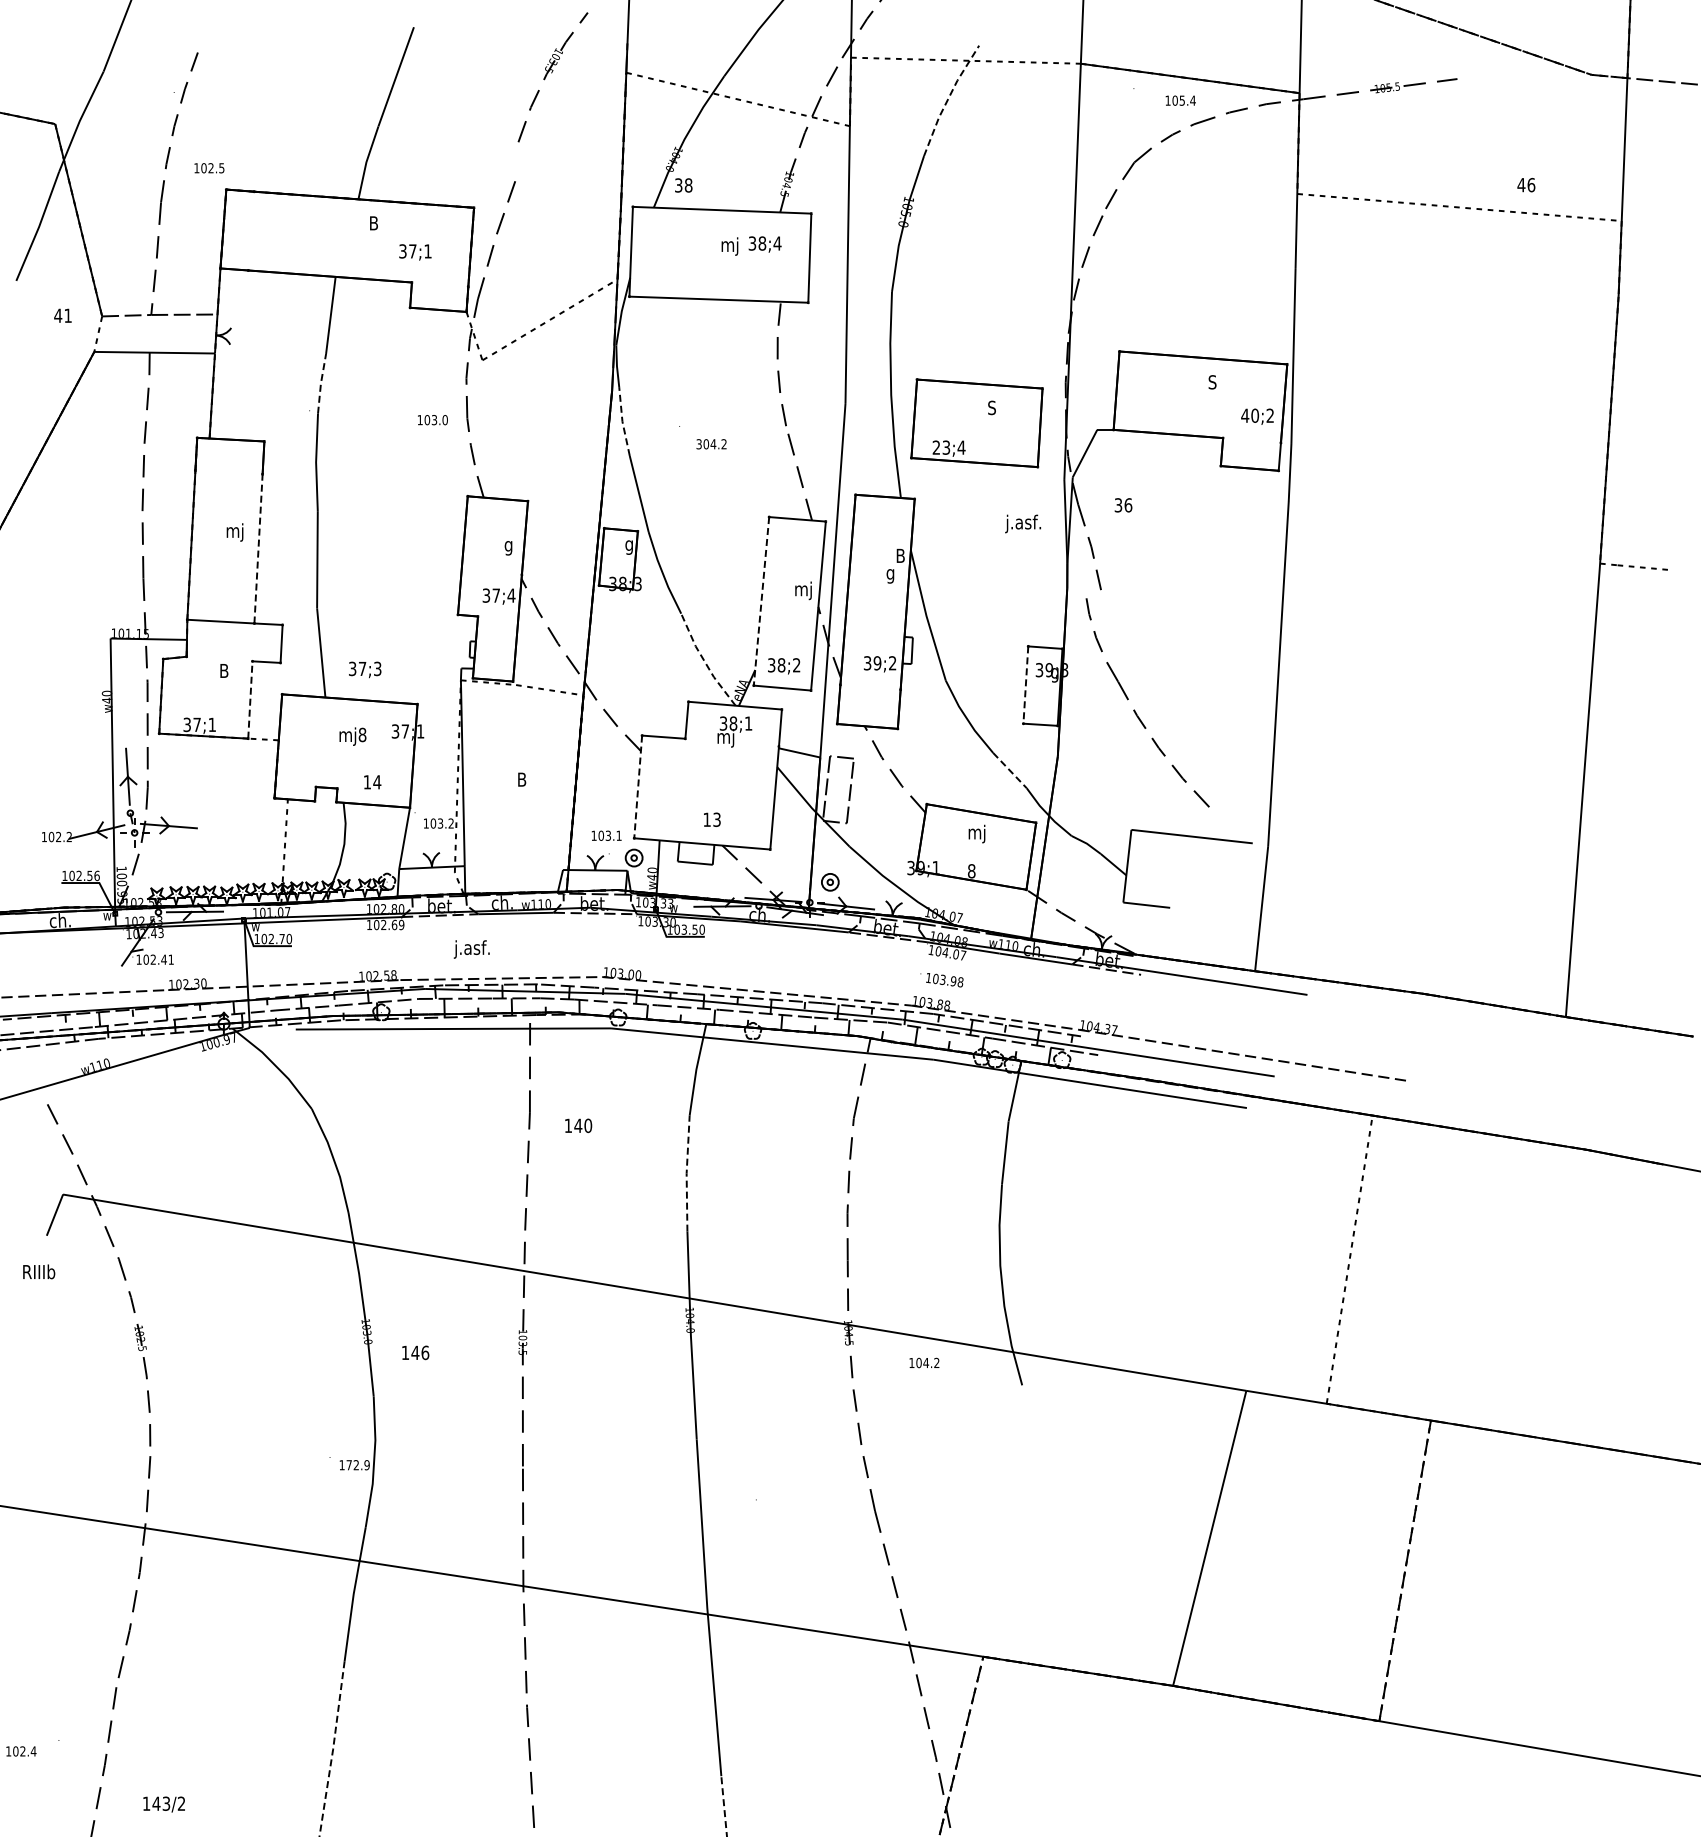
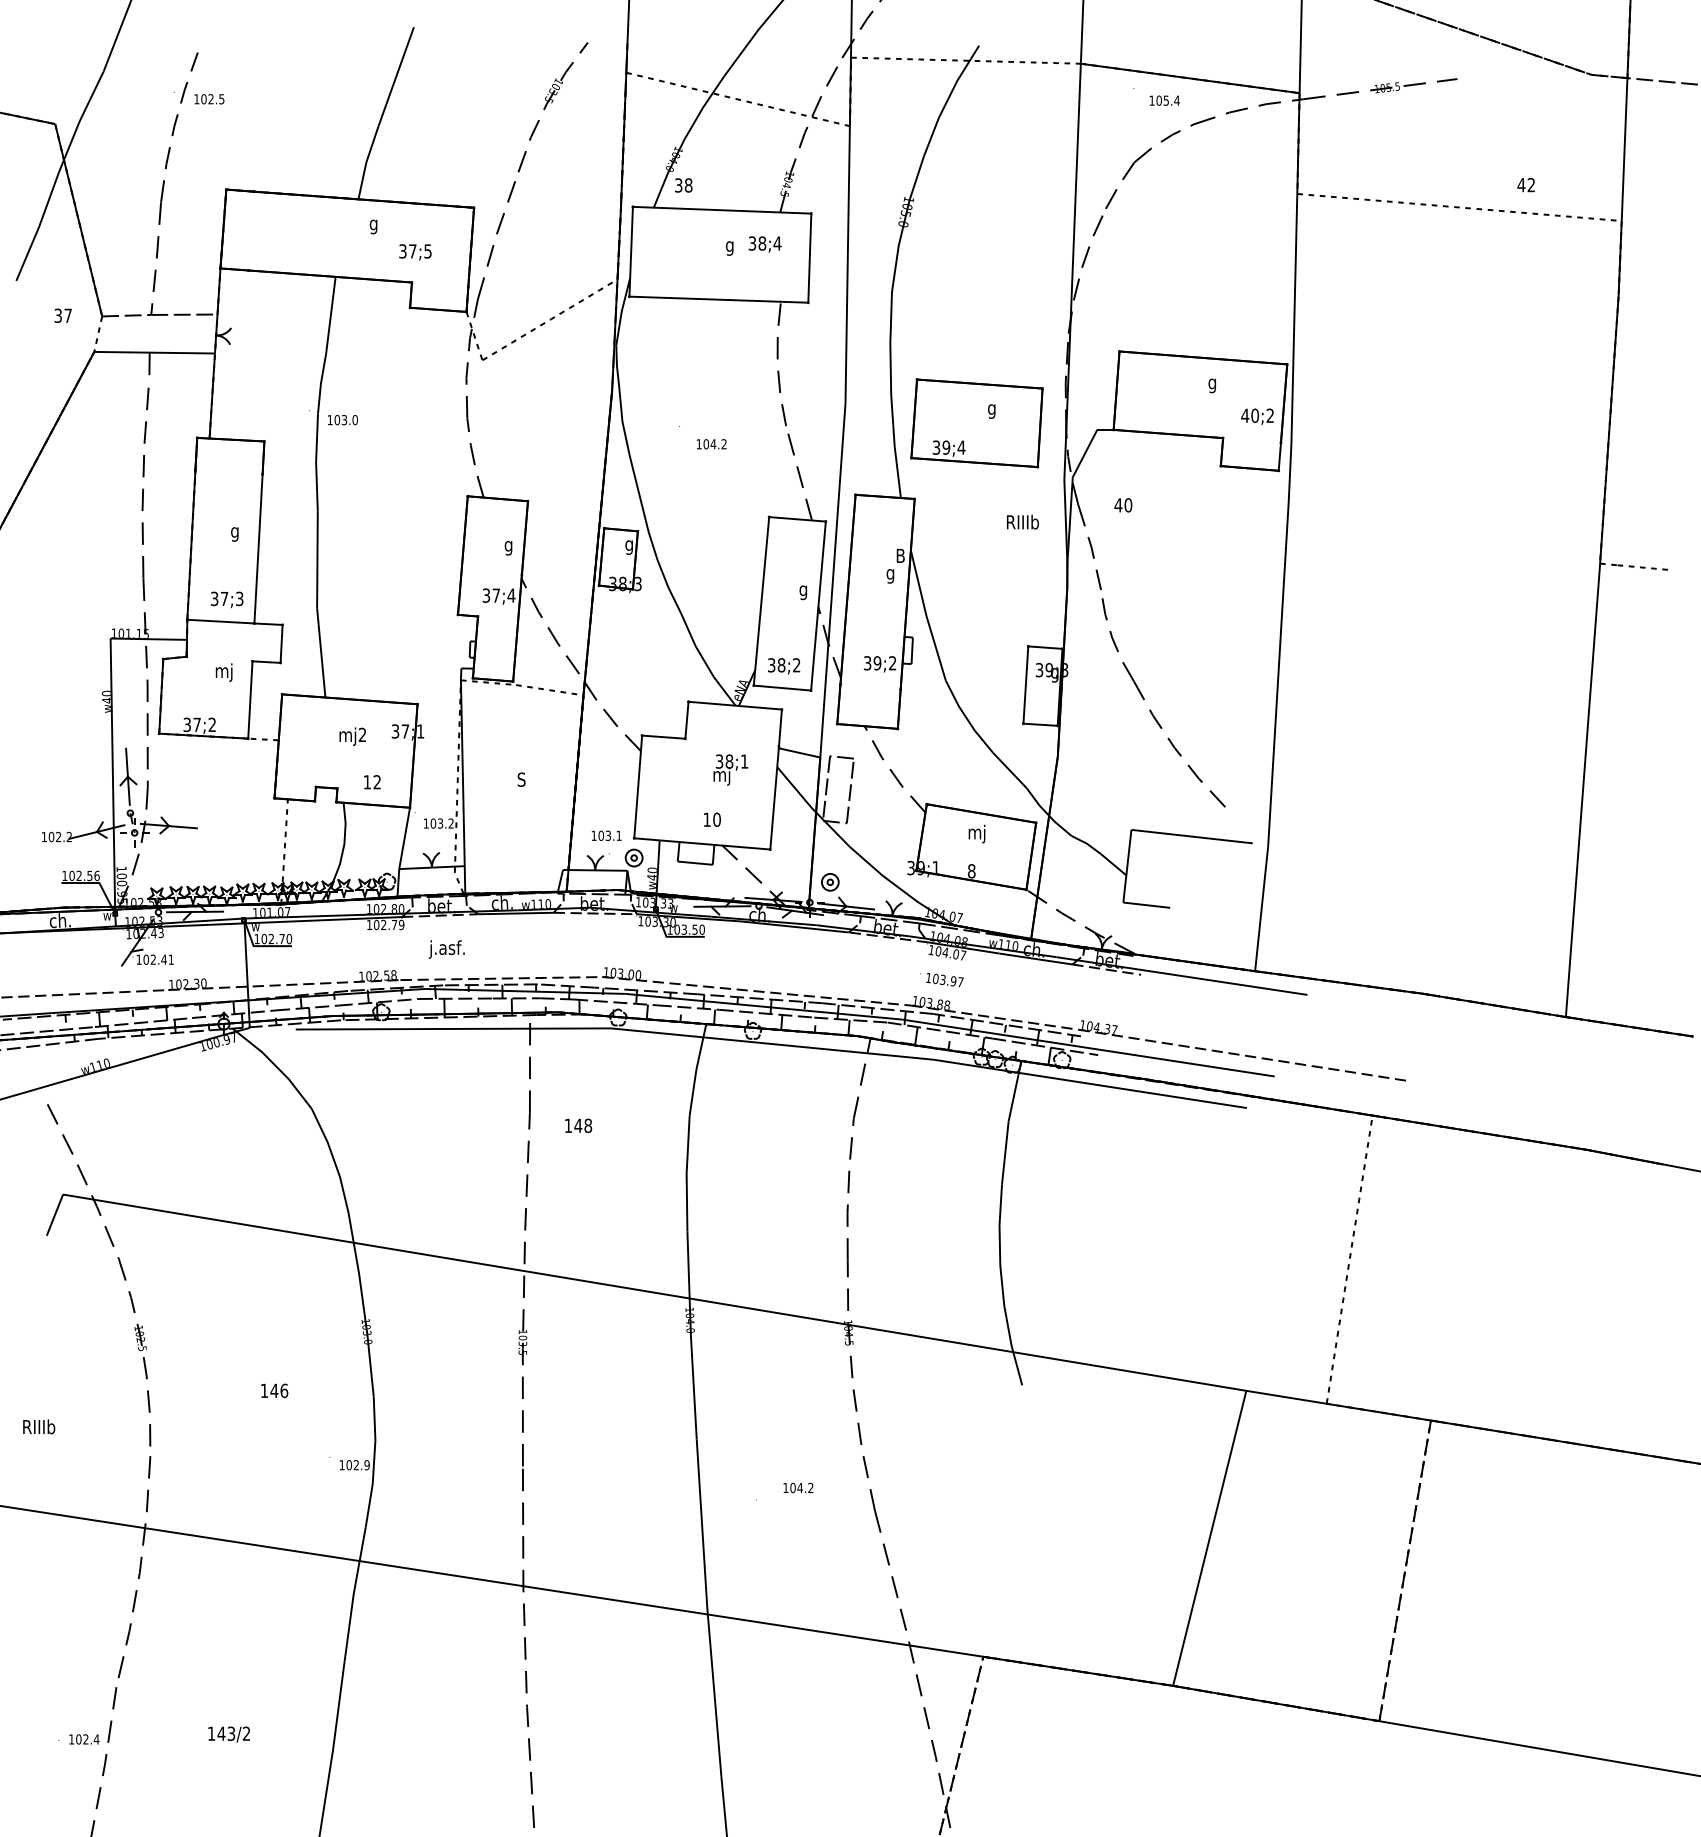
part at (552, 77) position: (552, 77) -> (552, 107)
line at (948, 99): dashed -> solid
text at (1180, 100) position: (1180, 100) -> (1164, 100)
text at (209, 168) position: (209, 168) -> (209, 99)
text at (1531, 184): 46 -> 42
text at (373, 225): B -> g
text at (729, 246): mj -> g
text at (427, 251): 37;1 -> 37;5
text at (62, 315): 41 -> 37
line at (320, 383): dashed -> solid
text at (1212, 384): S -> g
text at (991, 409): S -> g
text at (432, 420) position: (432, 420) -> (342, 420)
line at (622, 421): dashed -> solid
text at (698, 444): 304.2 -> 104.2
text at (941, 447): 23;4 -> 39;4
text at (1123, 505): 36 -> 40
text at (1023, 523): j.asf. -> RIIIb
text at (234, 532): mj -> g
line at (258, 548): dashed -> solid
text at (803, 590): mj -> g
line at (761, 601): dashed -> solid
line at (704, 661): dashed -> solid
text at (365, 669) position: (365, 669) -> (227, 599)
text at (223, 672): B -> mj
line at (1025, 685): dashed -> solid
line at (250, 700): dashed -> solid
part at (1135, 710) position: (1135, 710) -> (1151, 710)
text at (211, 724): 37;1 -> 37;2
text at (734, 731) position: (734, 731) -> (730, 769)
text at (362, 734): mj8 -> mj2
line at (1010, 770): dashed -> solid
text at (521, 779): B -> S
text at (377, 782): 14 -> 12
line at (638, 787): dashed -> solid
text at (716, 819): 13 -> 10
text at (394, 924): 102.69 -> 102.79
text at (471, 949) position: (471, 949) -> (446, 949)
text at (960, 982): 103.98 -> 103.97
text at (588, 1125): 140 -> 148
line at (686, 1173): dashed -> solid
text at (39, 1271) position: (39, 1271) -> (39, 1426)
text at (415, 1352) position: (415, 1352) -> (274, 1390)
text at (924, 1362) position: (924, 1362) -> (798, 1487)
text at (348, 1465): 172.9 -> 102.9
line at (333, 1749): dashed -> solid
text at (21, 1751) position: (21, 1751) -> (84, 1739)
text at (163, 1804) position: (163, 1804) -> (228, 1734)
line at (724, 1805): dashed -> solid
